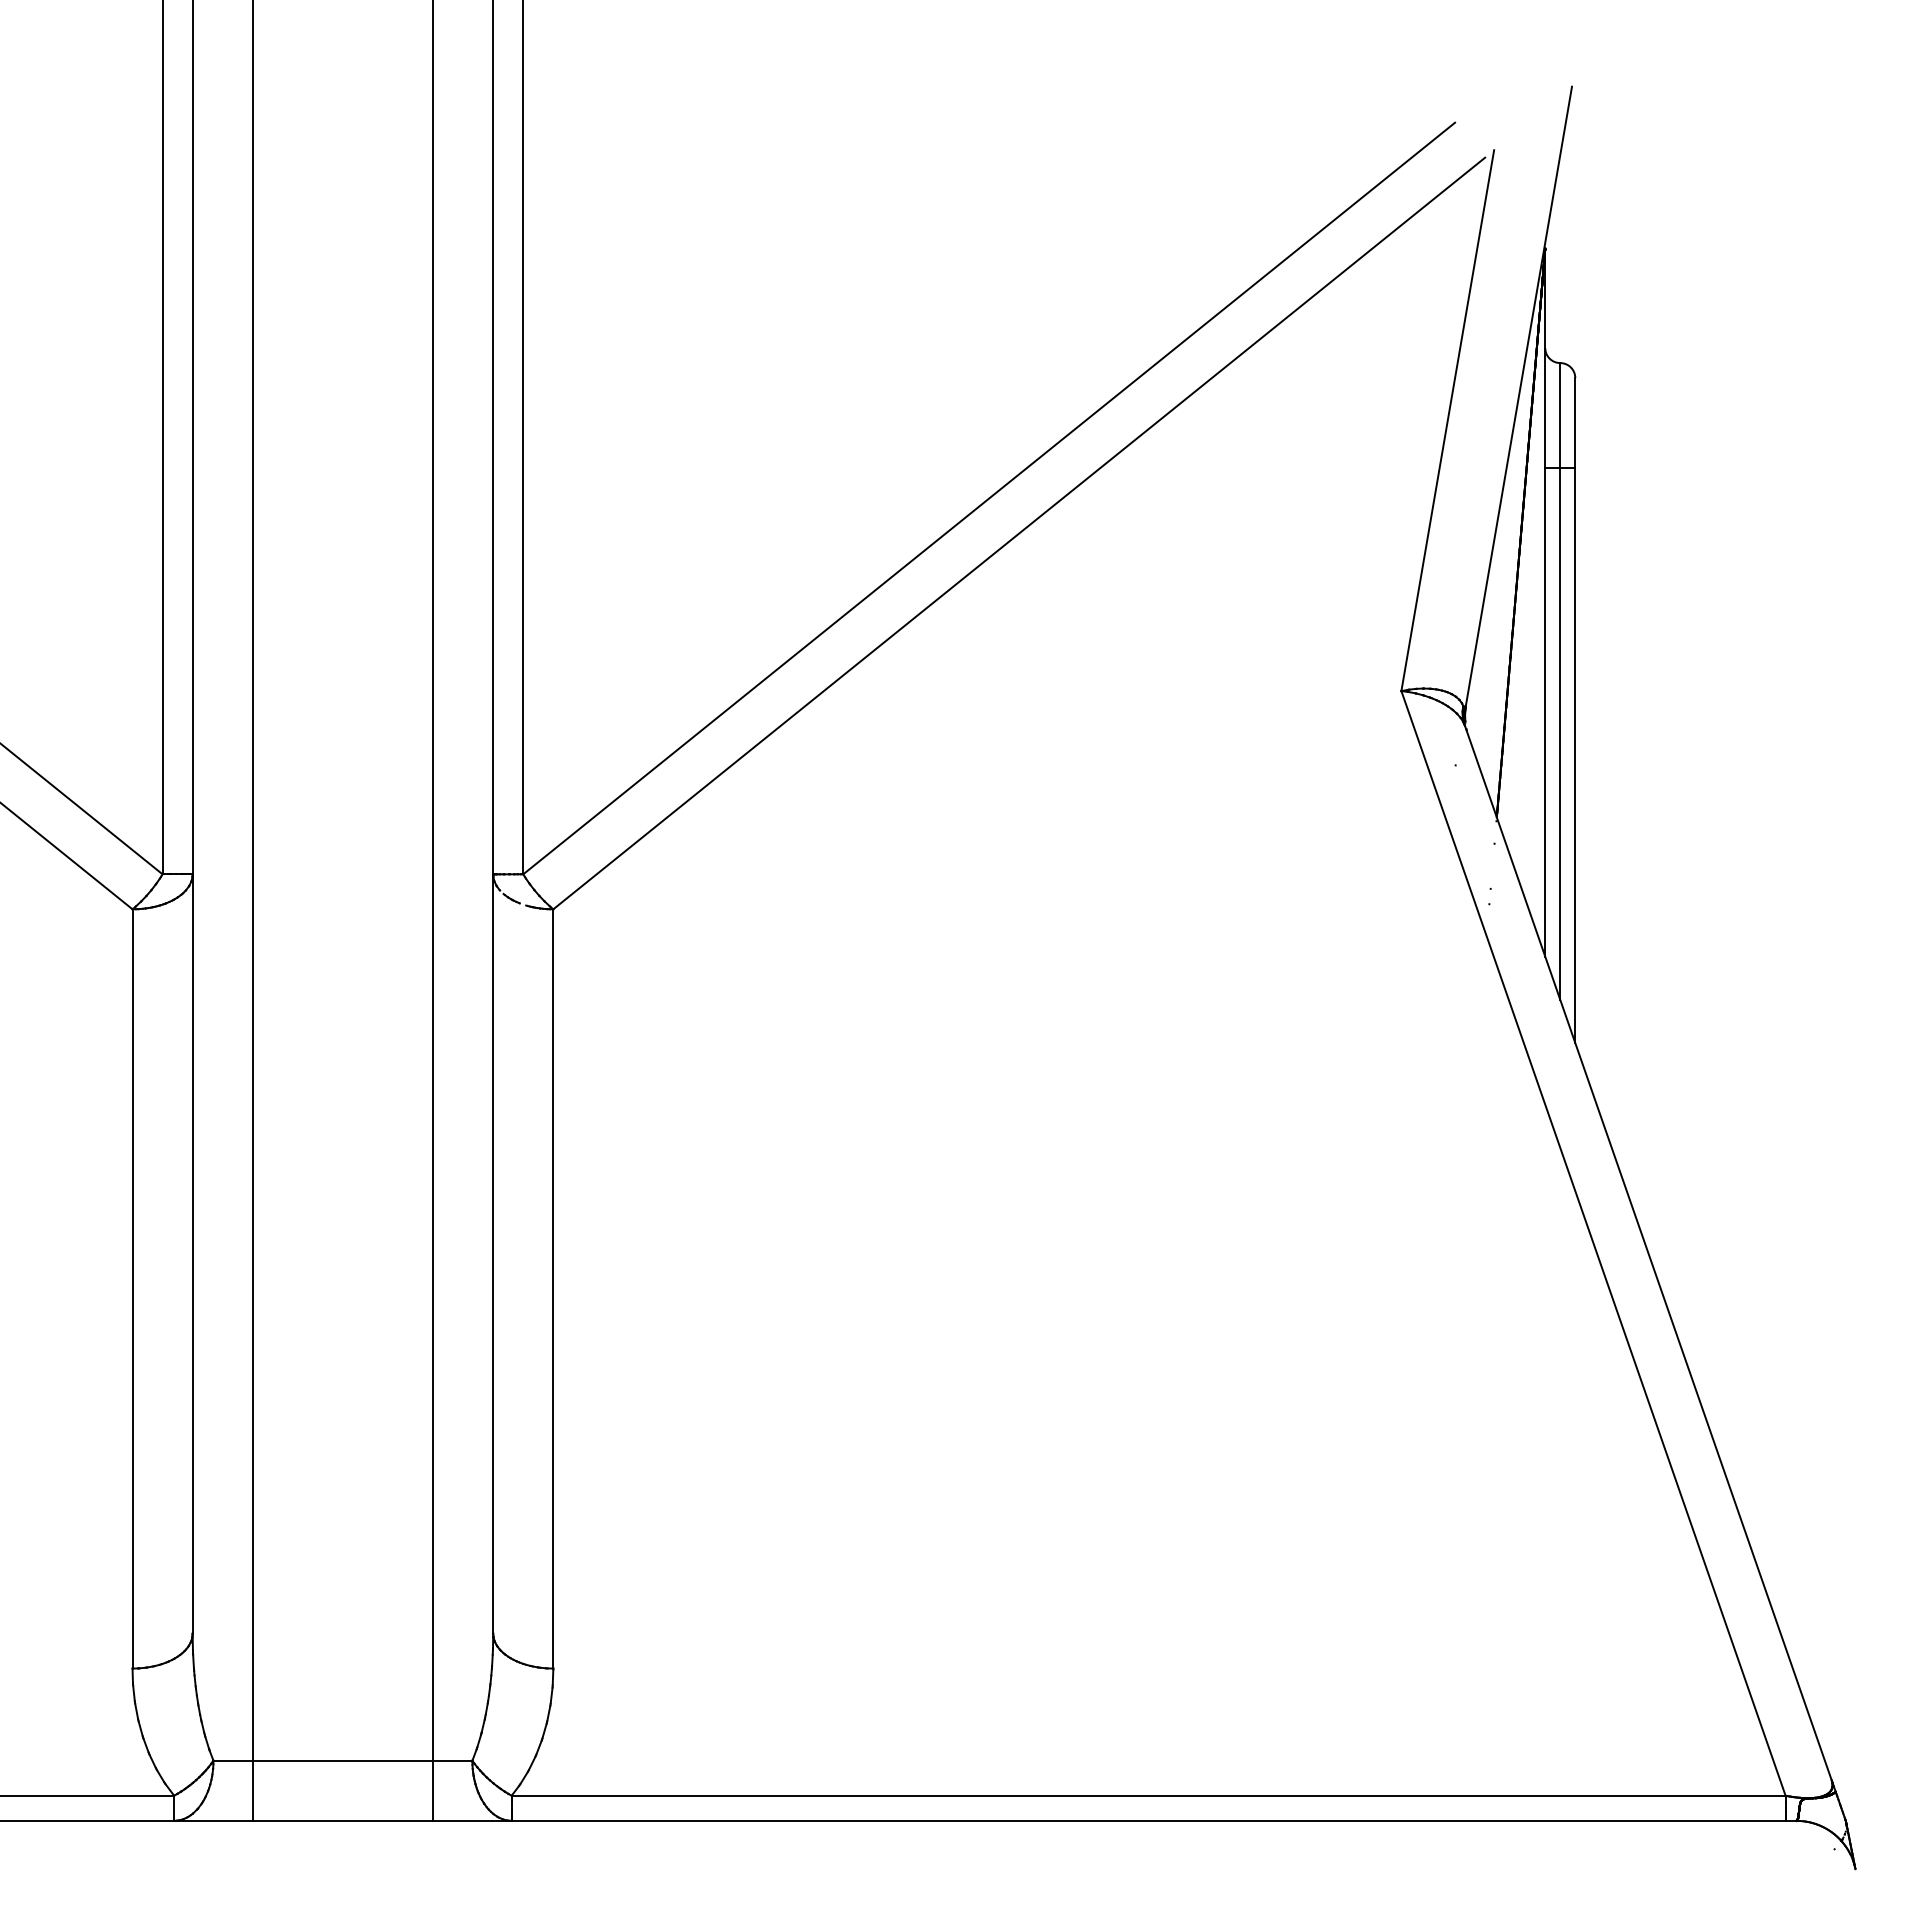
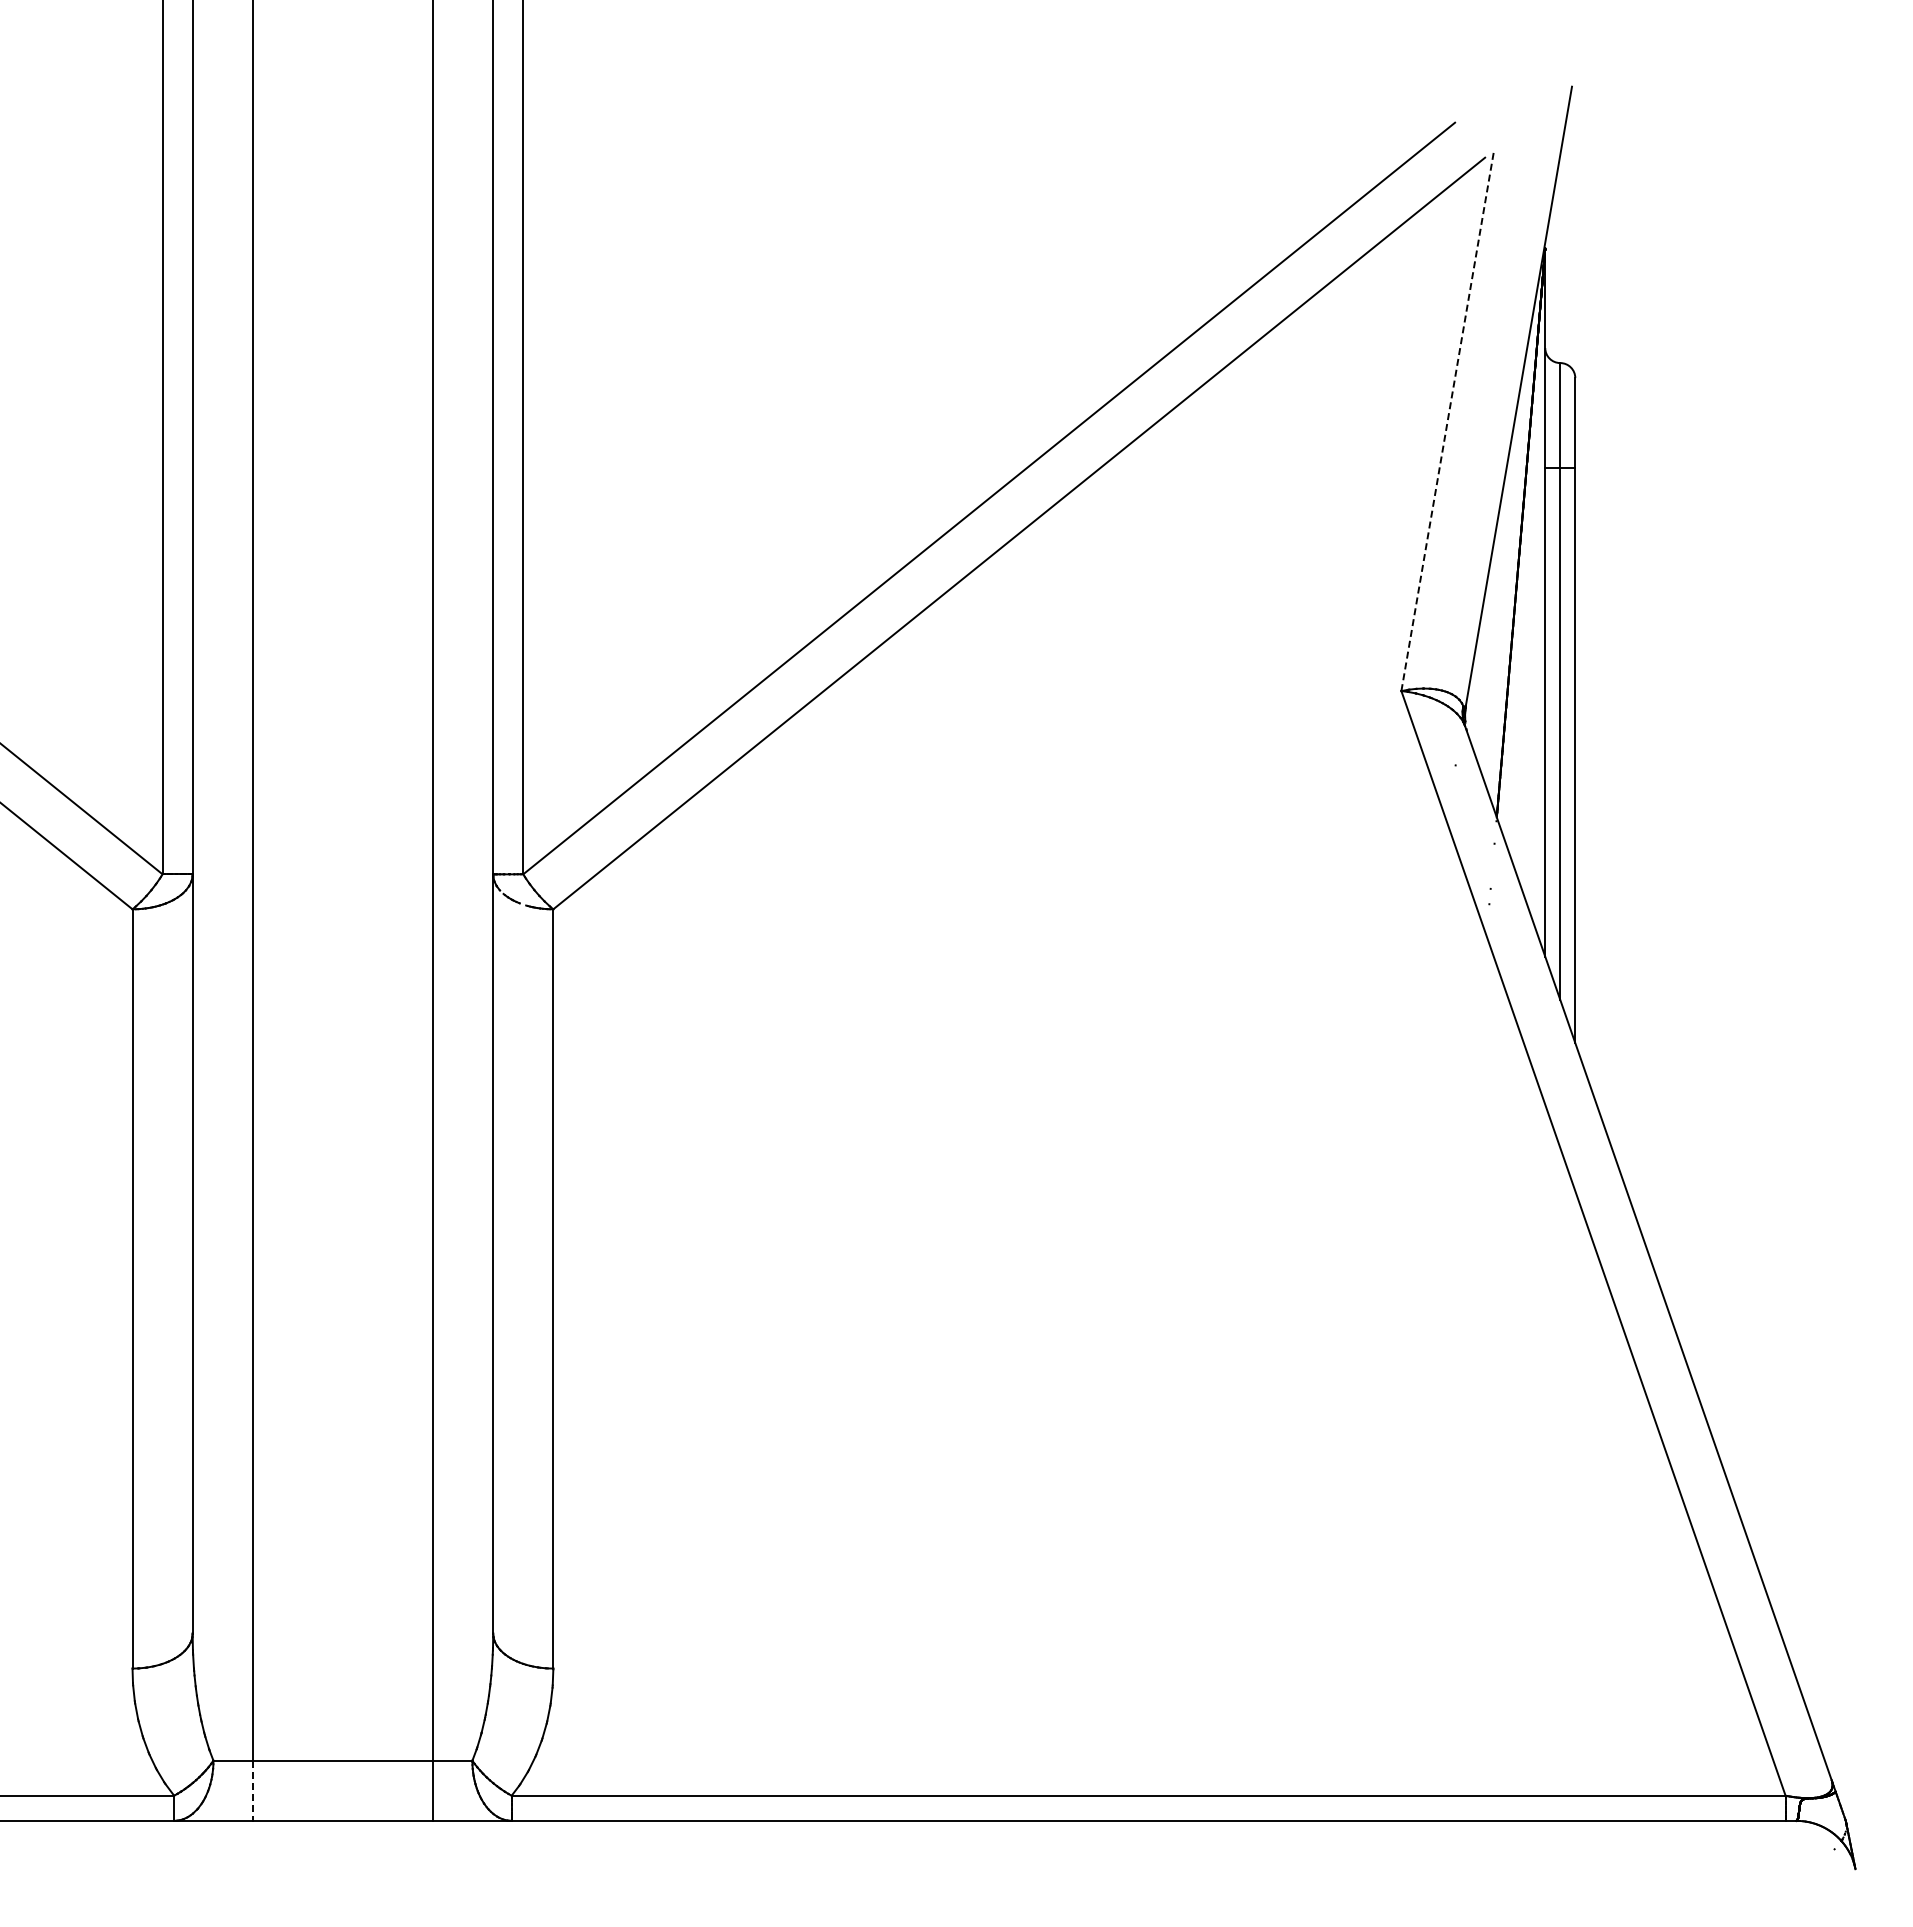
line at (1447, 420): solid -> dashed
line at (252, 1791): solid -> dashed
